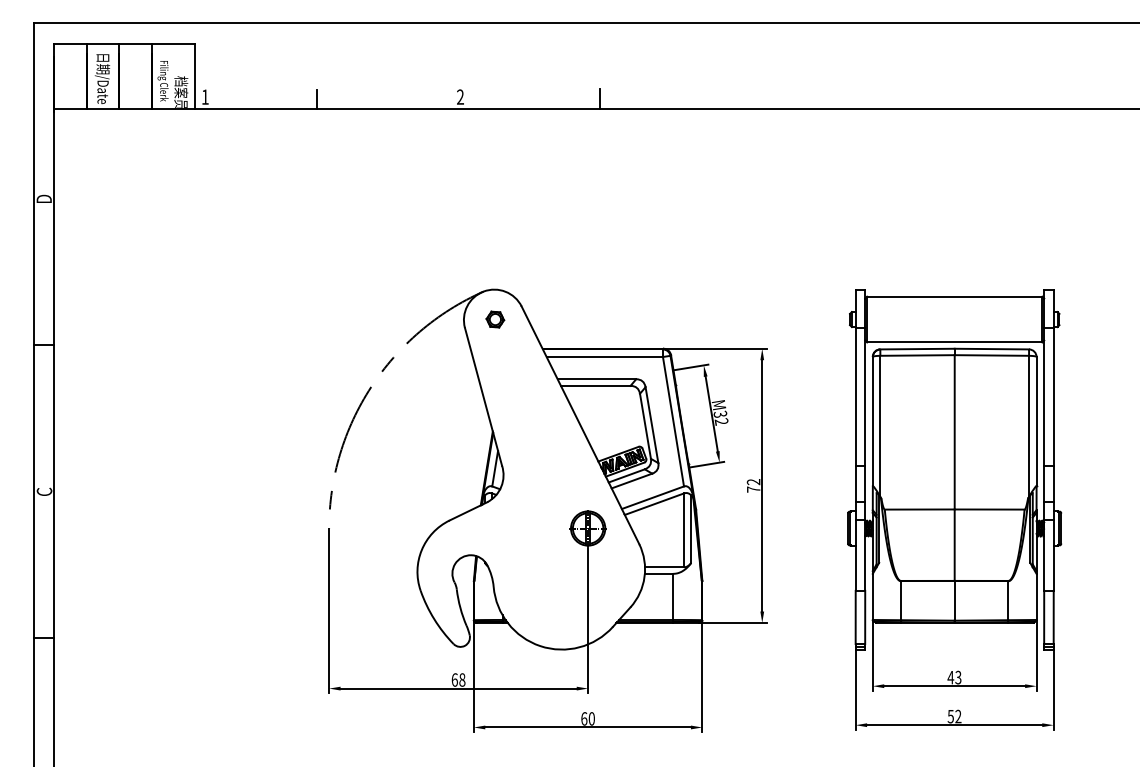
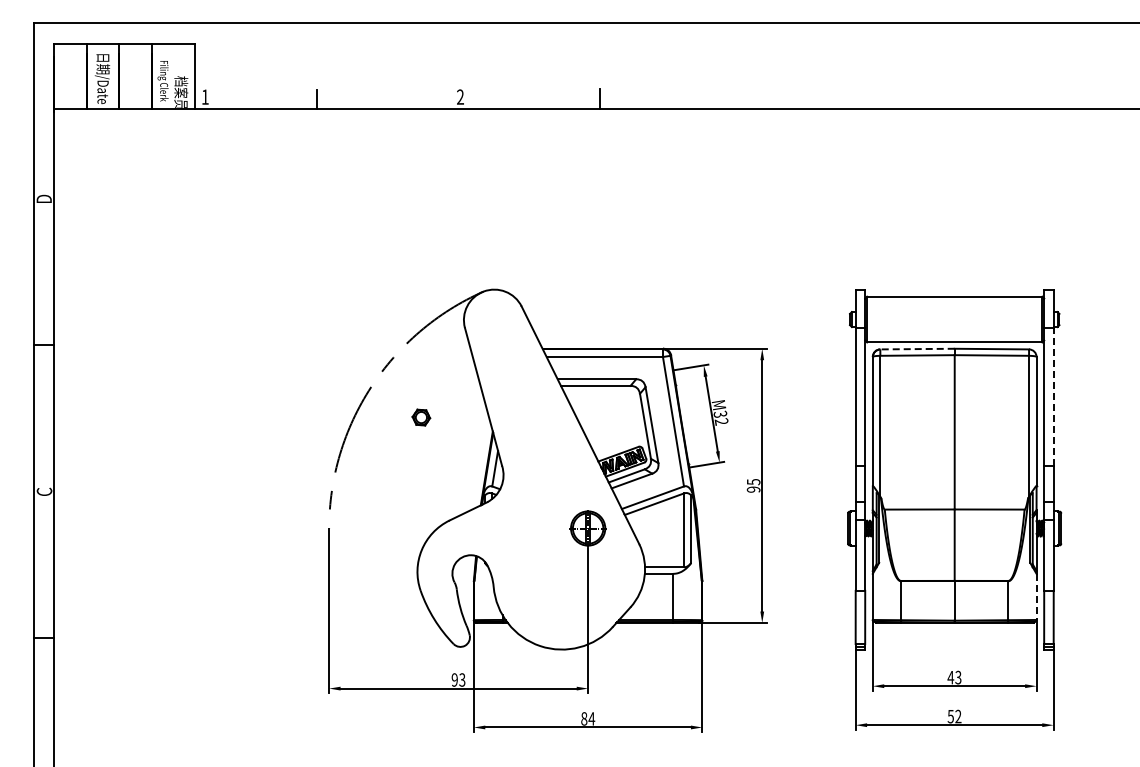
part at (495, 319) position: (495, 319) -> (421, 417)
line at (917, 349): solid -> dashed
line at (1053, 396): solid -> dashed
text at (753, 485): 72 -> 95
line at (1036, 597): solid -> dashed
text at (458, 679): 68 -> 93
text at (588, 718): 60 -> 84
